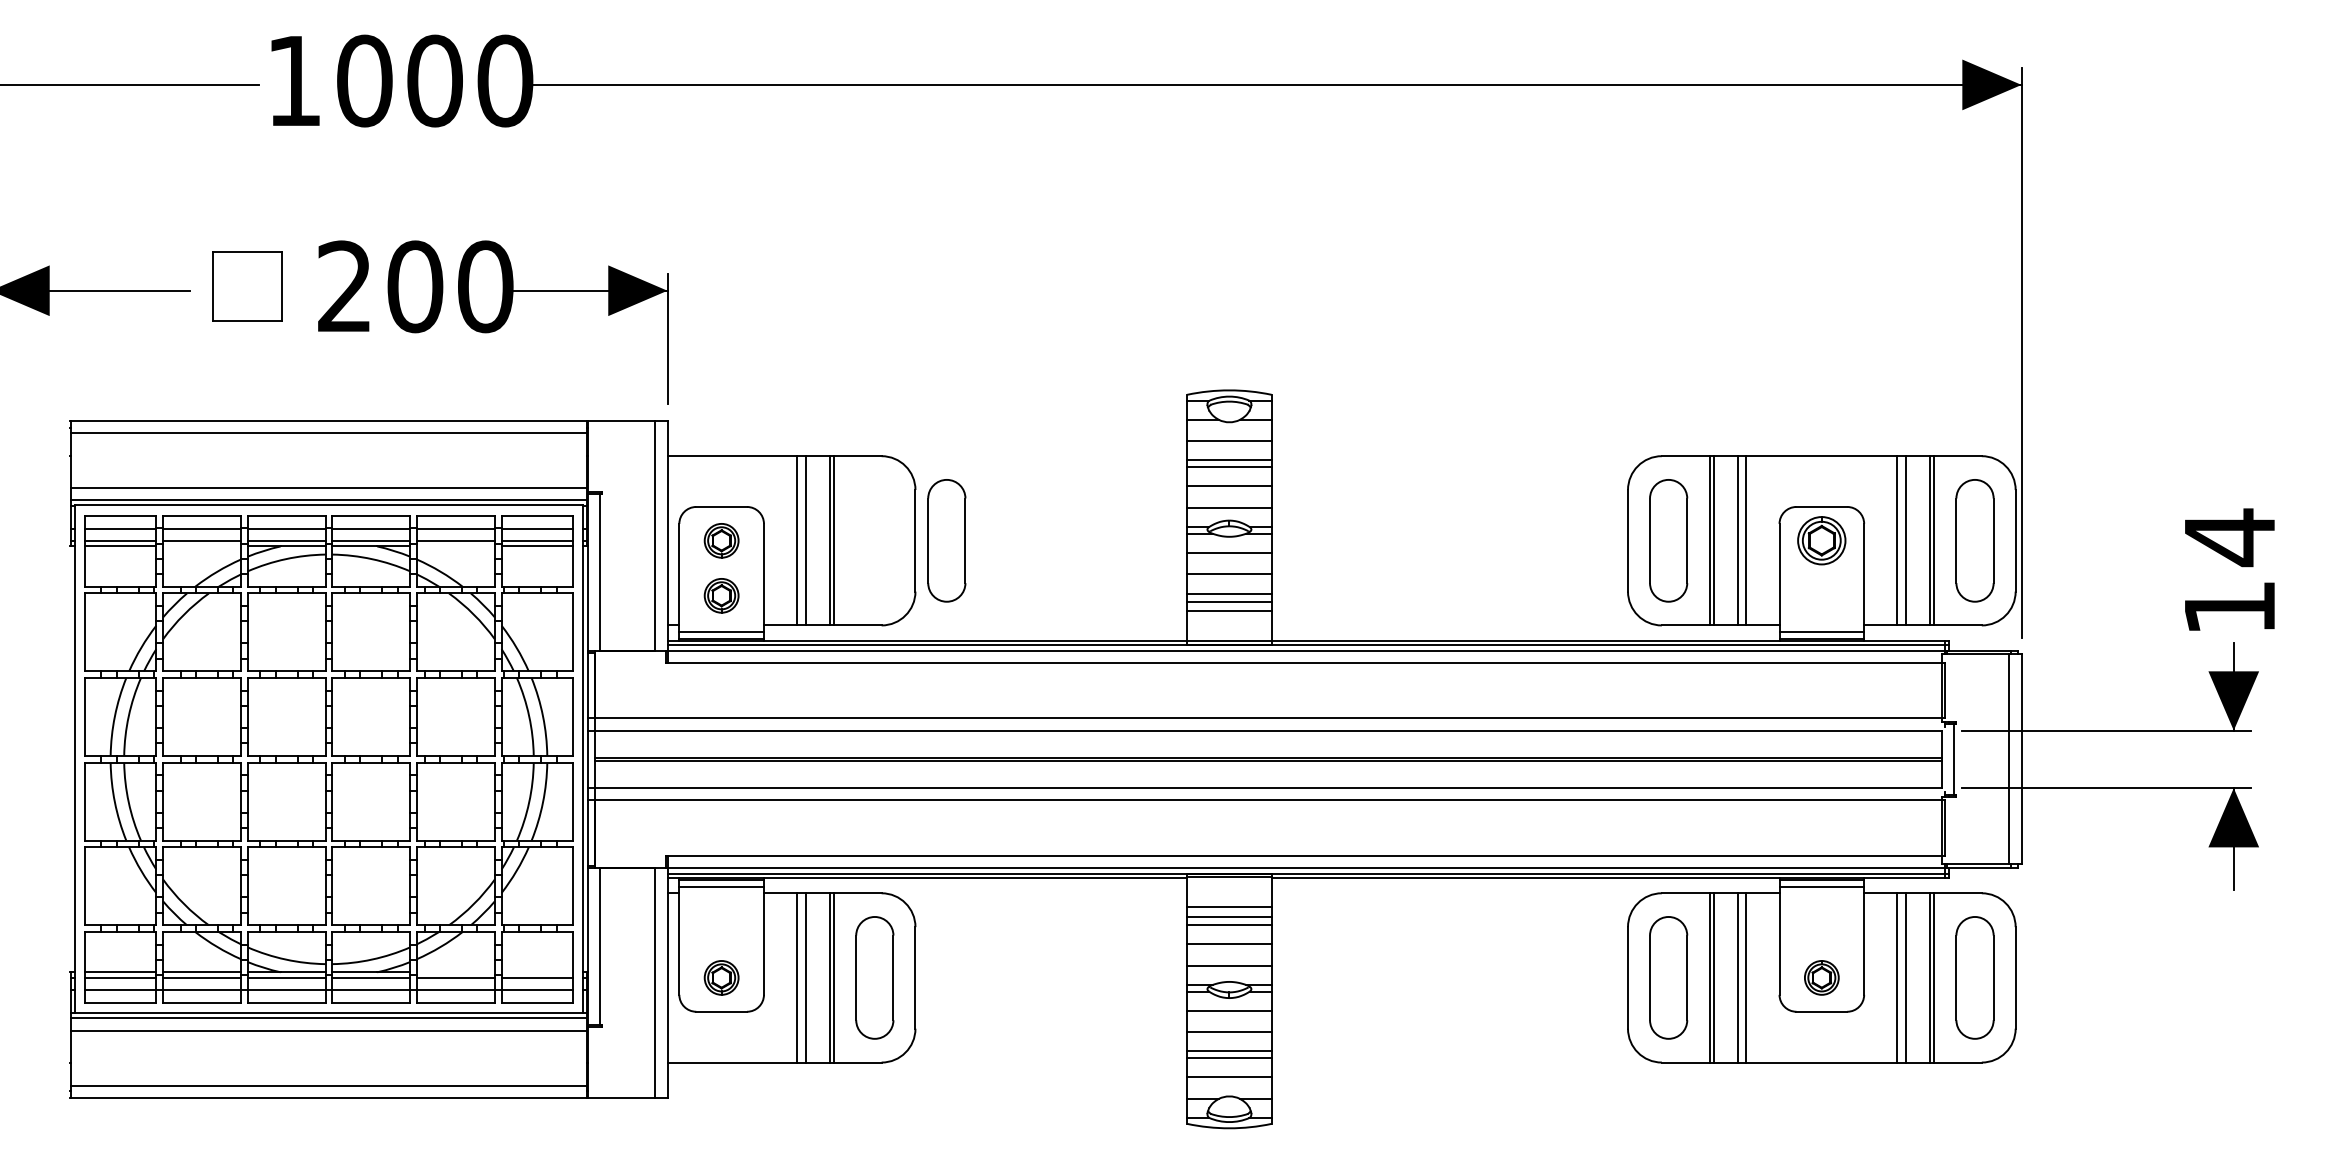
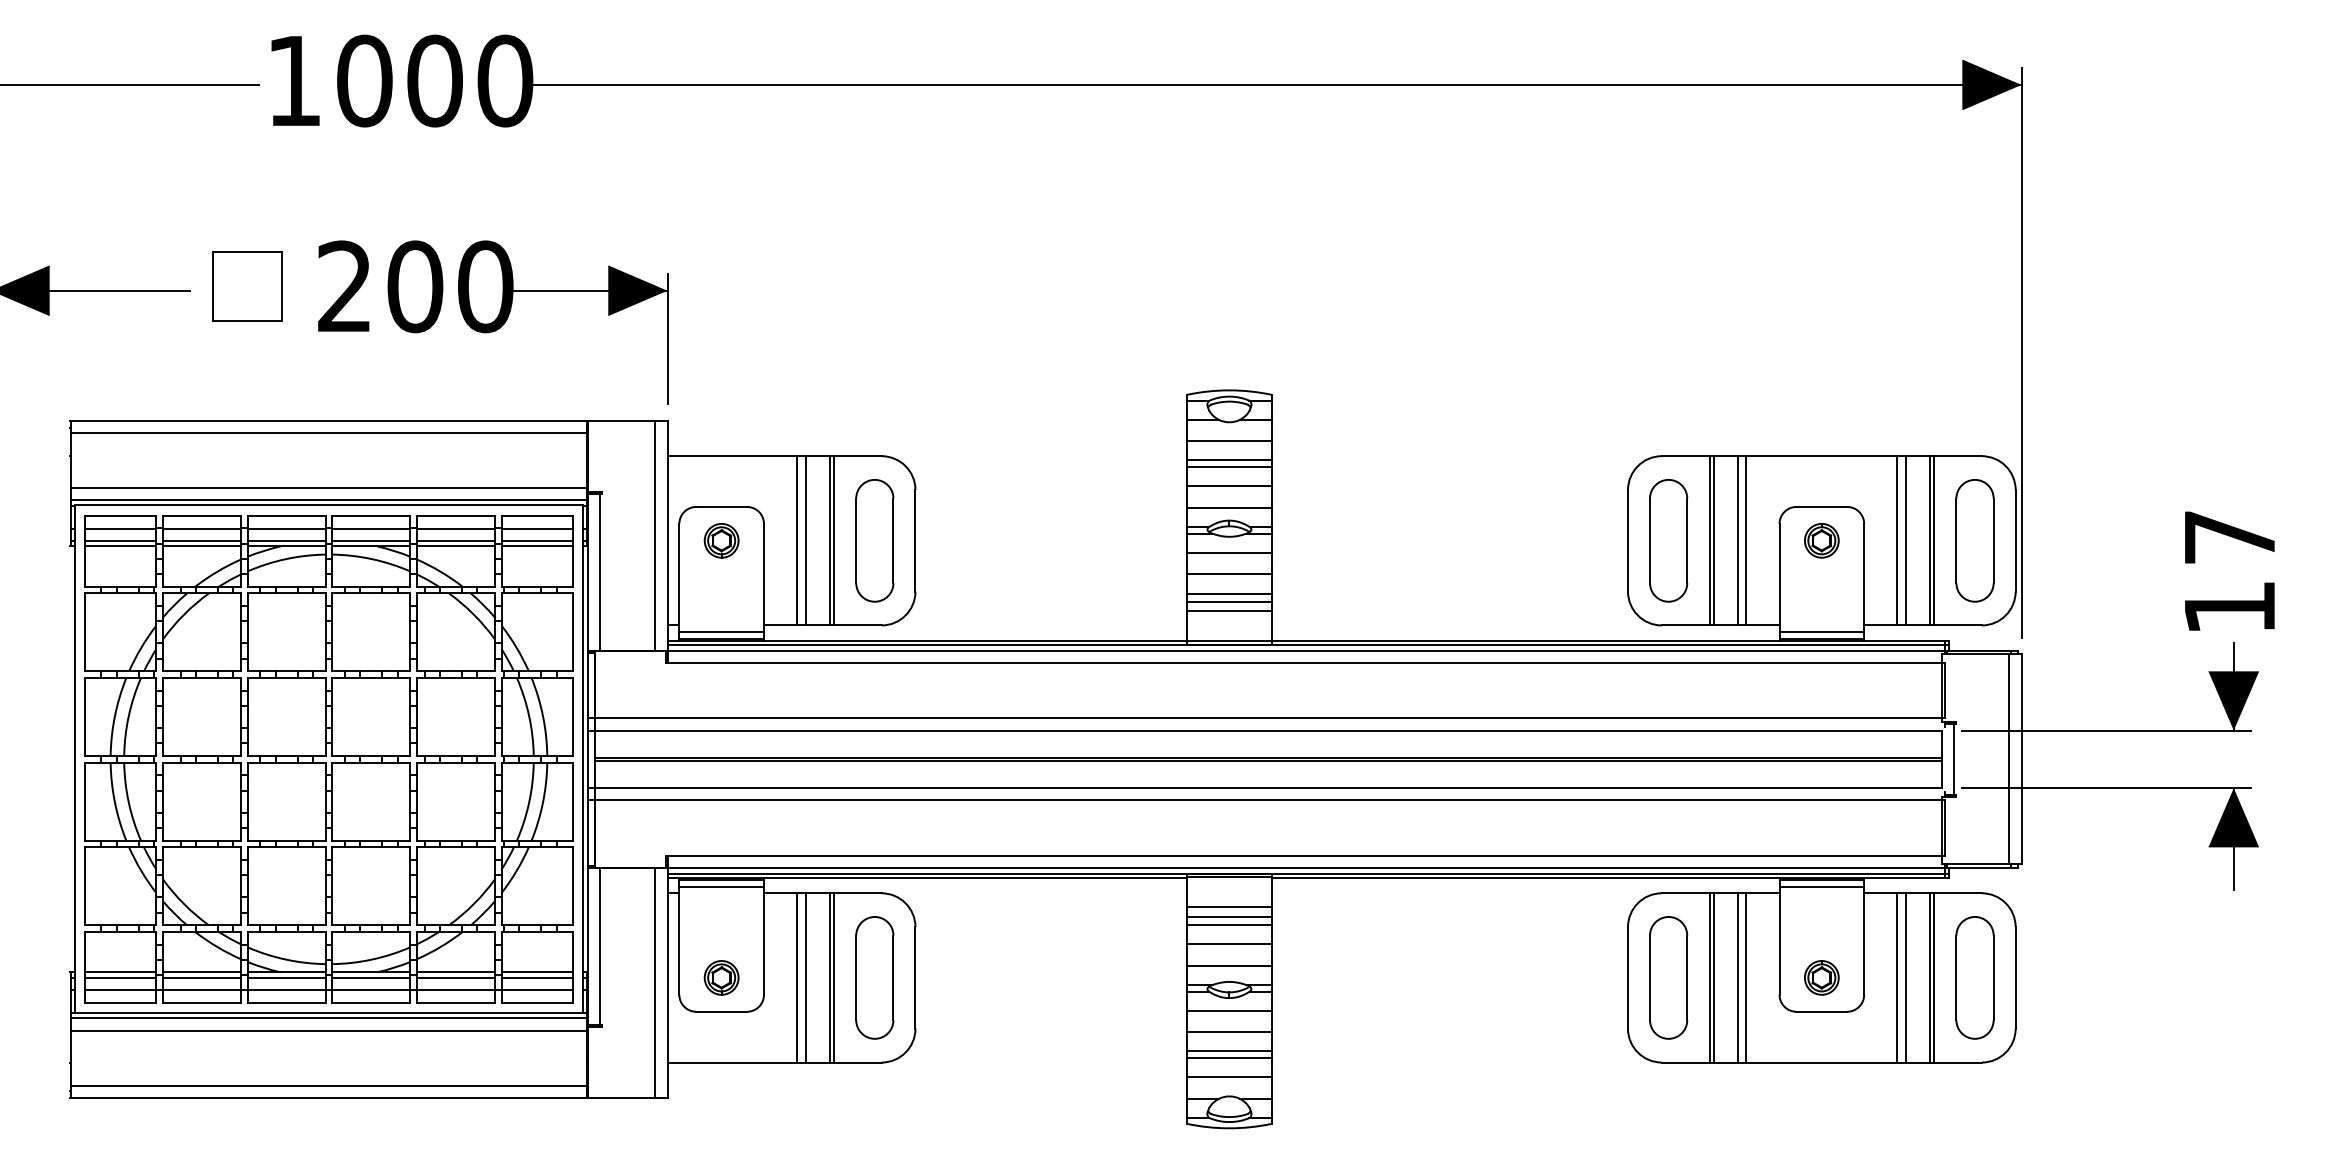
text at (2229, 537): 14 -> 17
part at (946, 540) position: (946, 540) -> (874, 540)
part at (1821, 540) size: 50x50 px -> 36x36 px
line at (201, 546): none -> present
line at (455, 546): none -> present
part at (721, 595): present -> none
line at (455, 972): none -> present
line at (536, 972): none -> present
